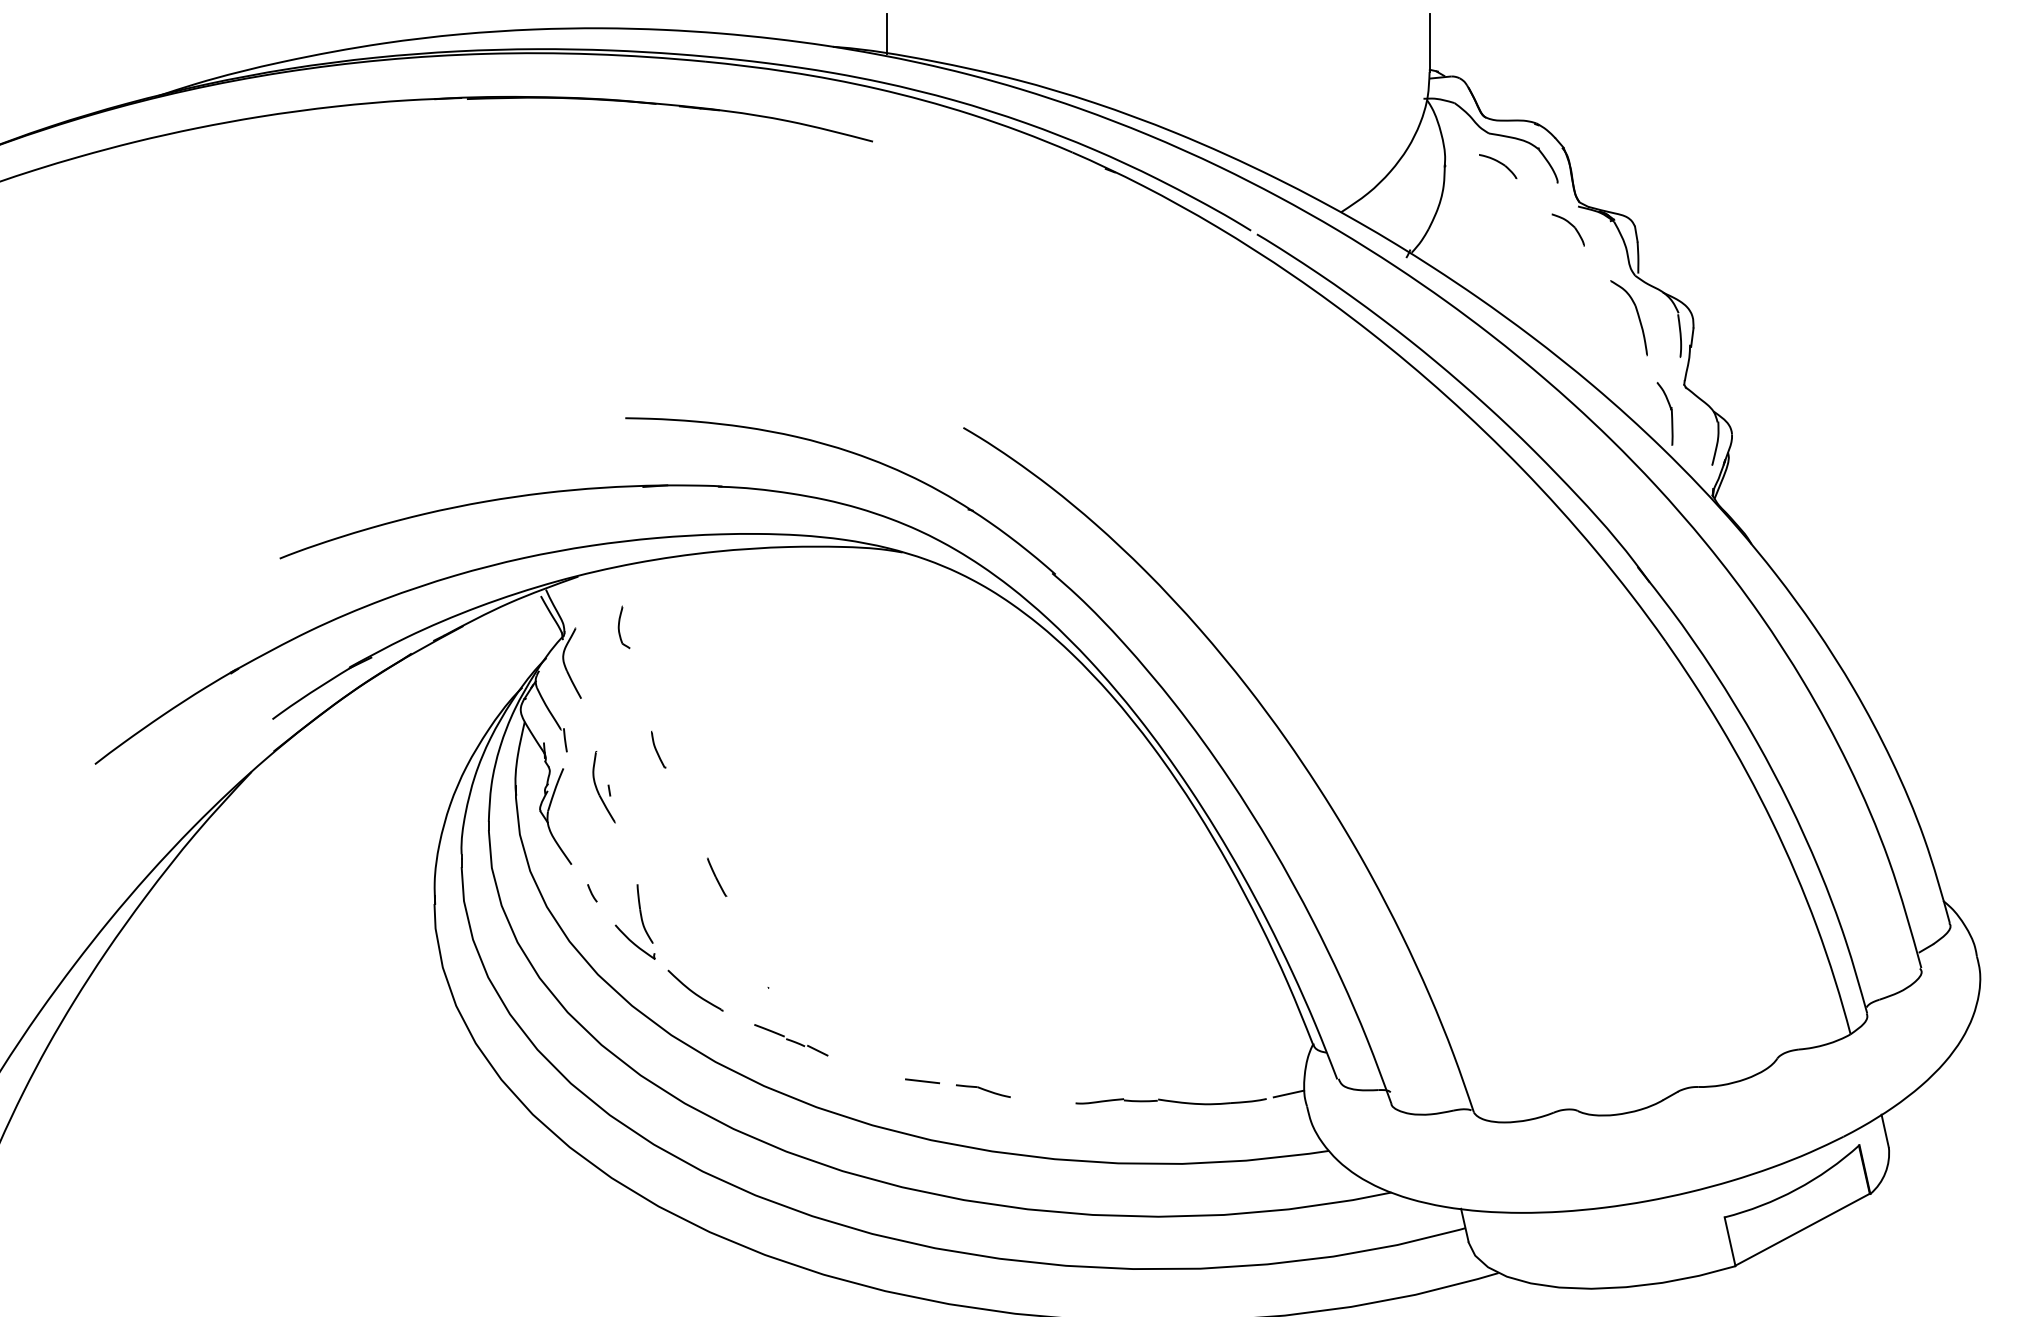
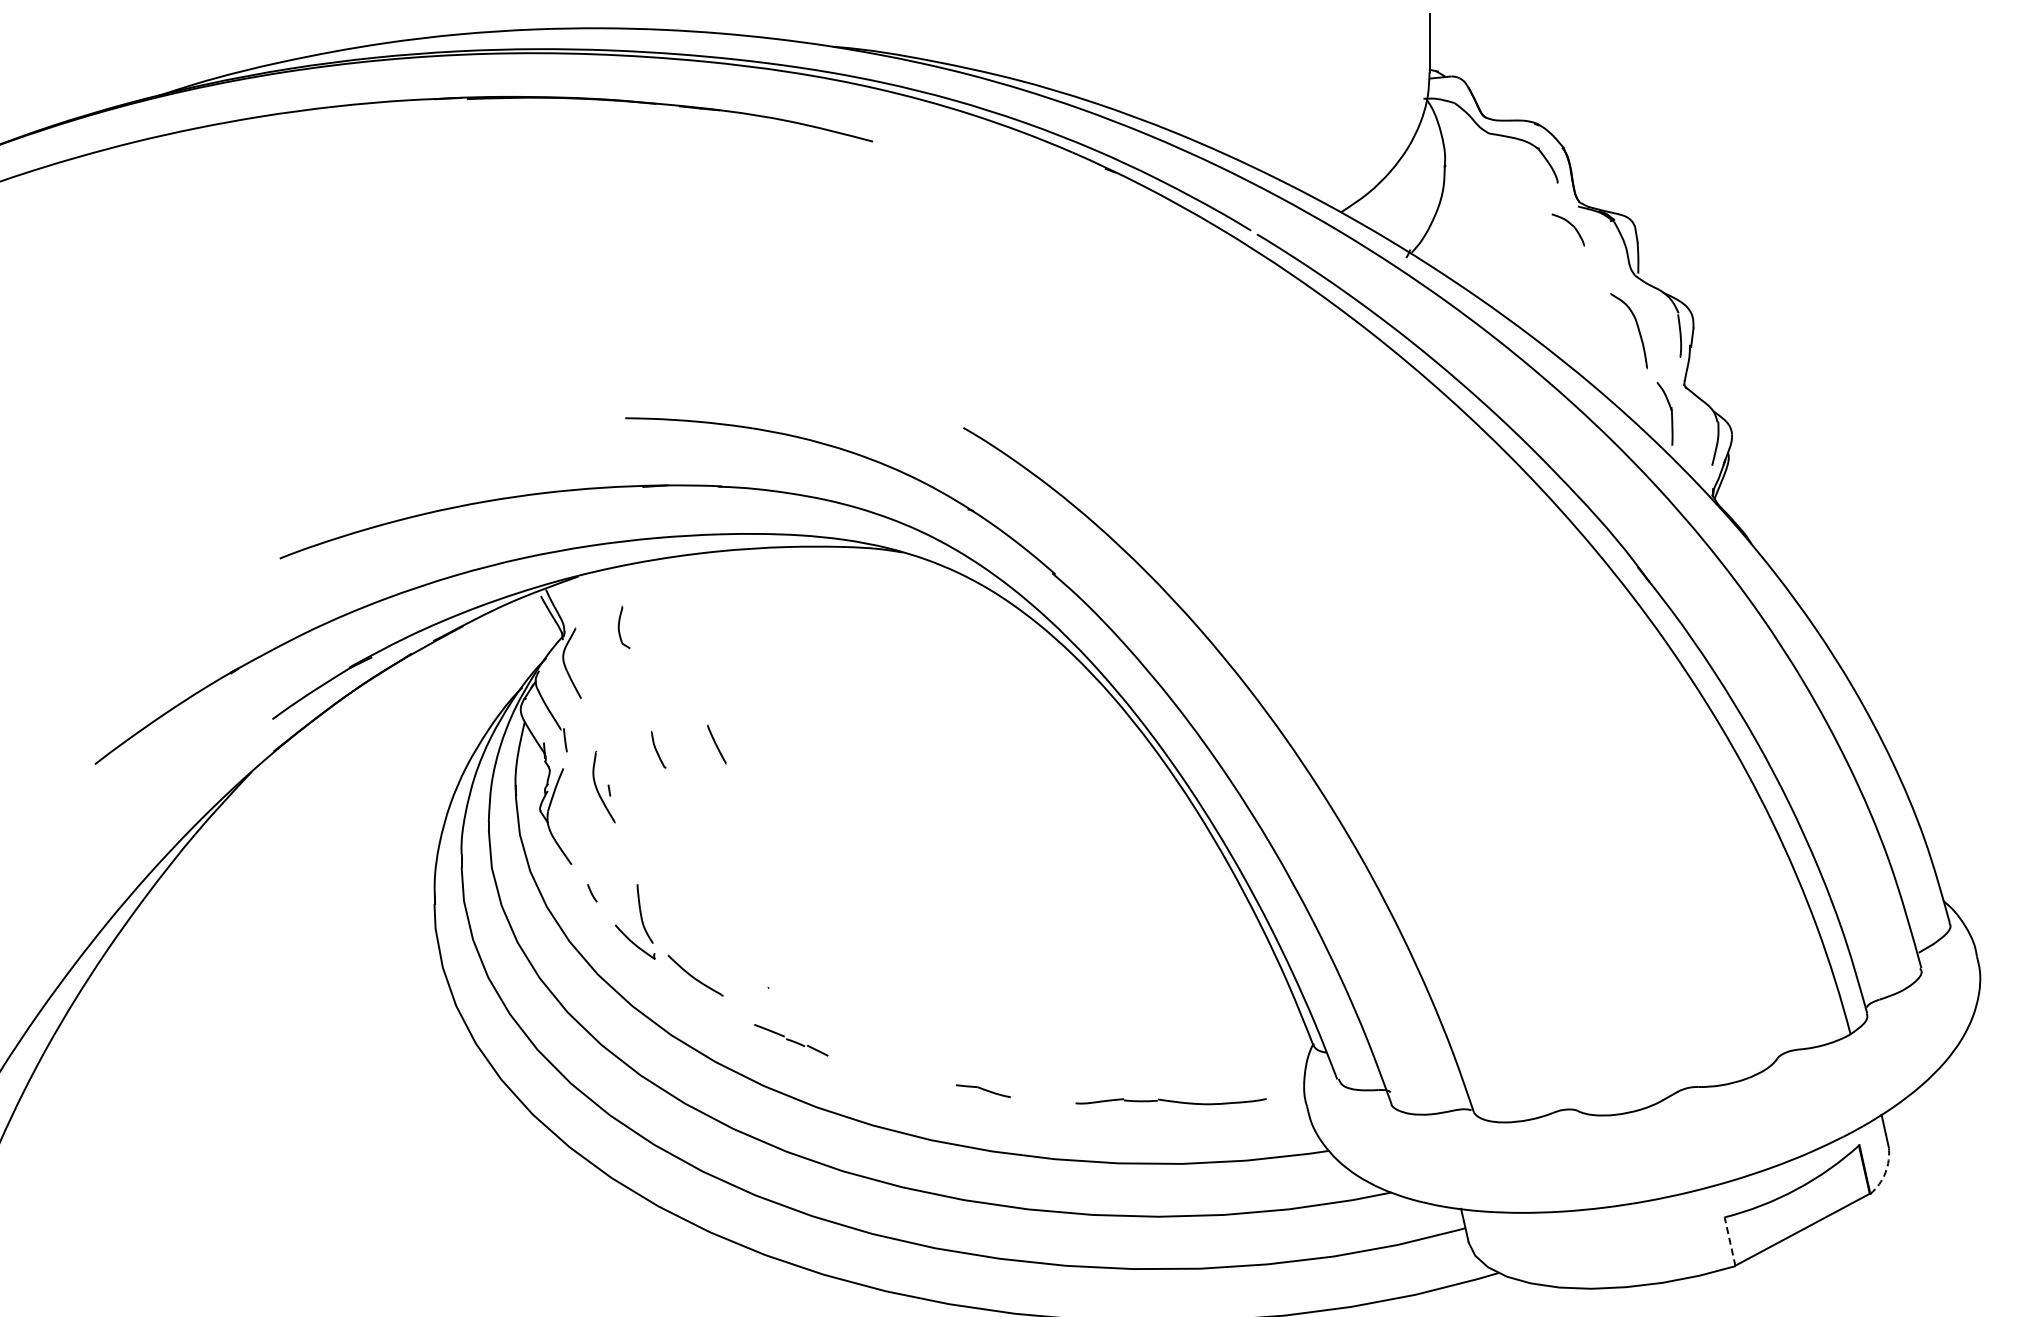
line at (886, 34): present -> none
part at (1498, 166): present -> none
part at (1637, 316) position: (1637, 316) -> (1637, 329)
line at (716, 876) position: (716, 876) -> (716, 743)
part at (695, 990) position: (695, 990) -> (695, 975)
line at (922, 1081): present -> none
line at (1288, 1093): present -> none
arc at (1885, 1172): solid -> dashed
line at (1729, 1241): solid -> dashed
